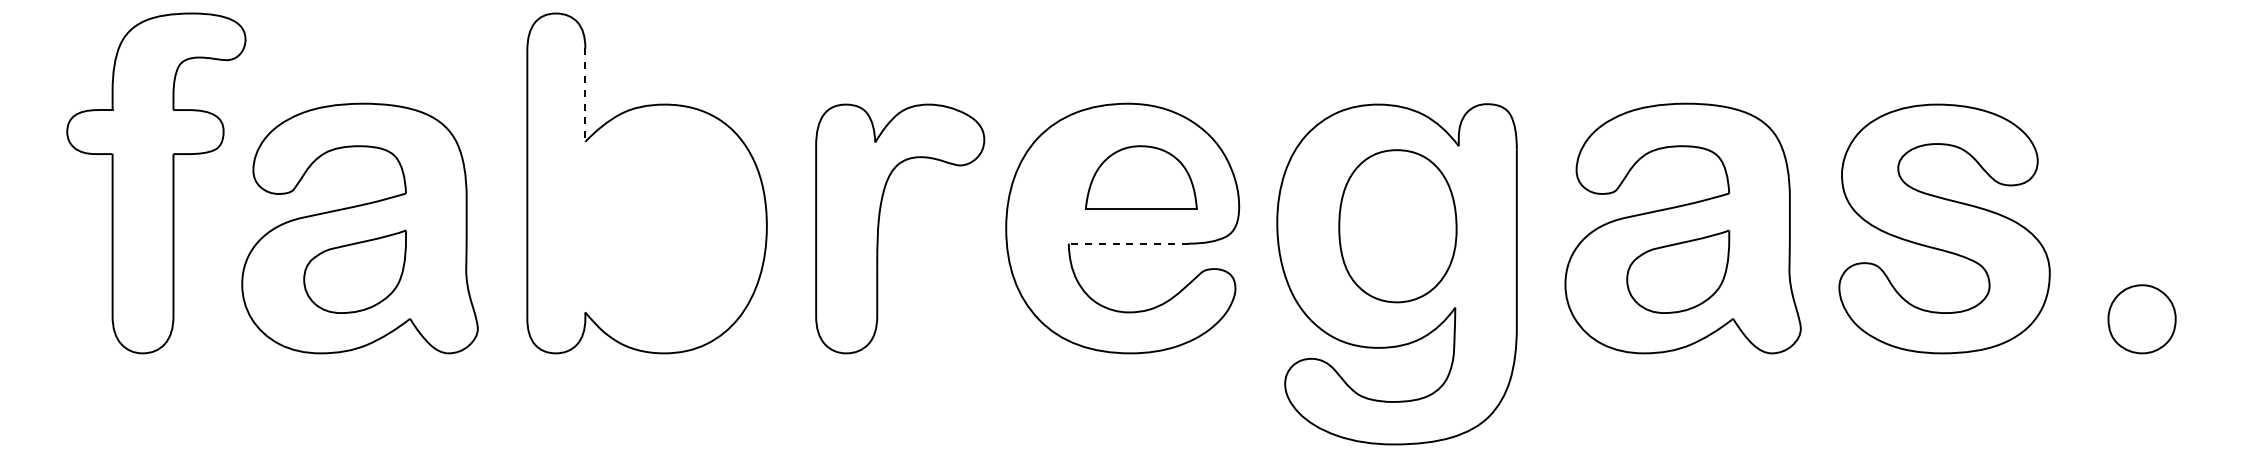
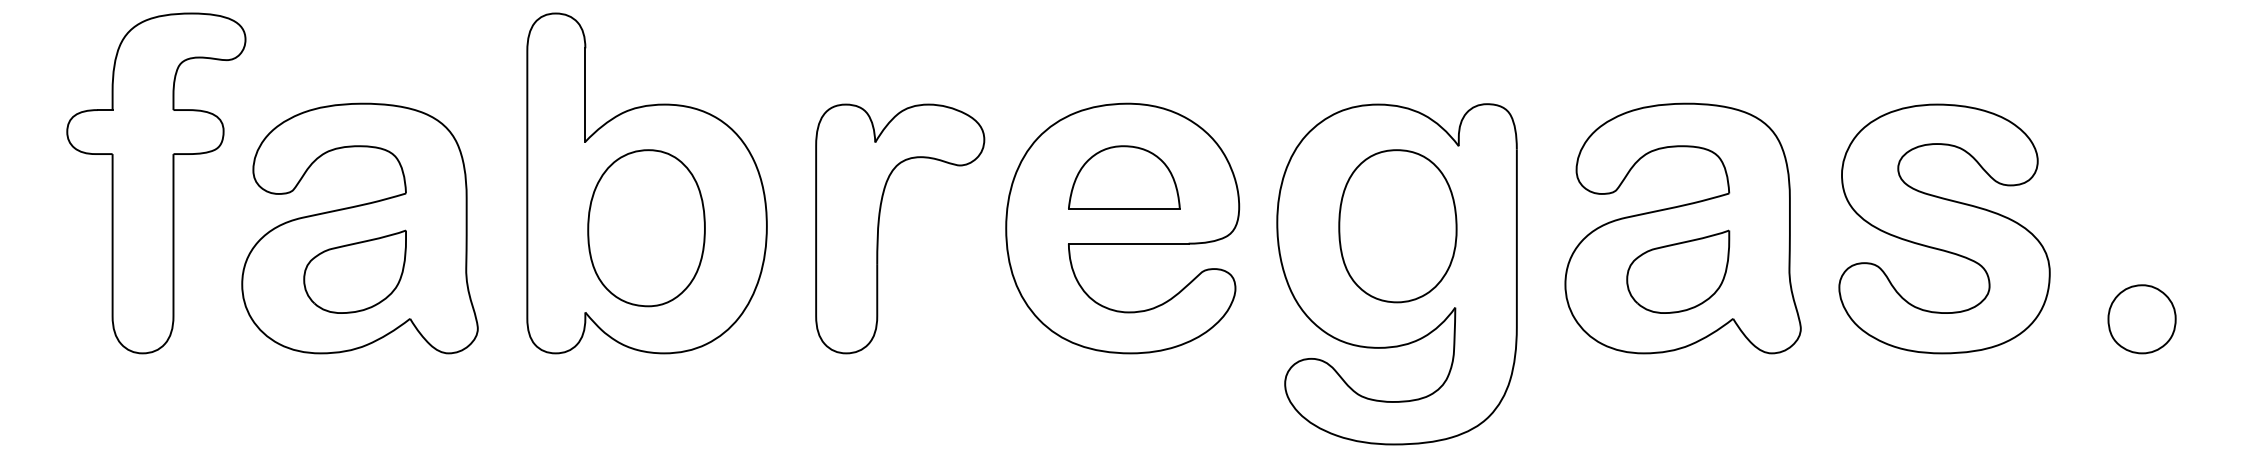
line at (585, 95): dashed -> solid
part at (1141, 177) position: (1141, 177) -> (1124, 177)
part at (646, 228): none -> present
line at (1128, 243): dashed -> solid
